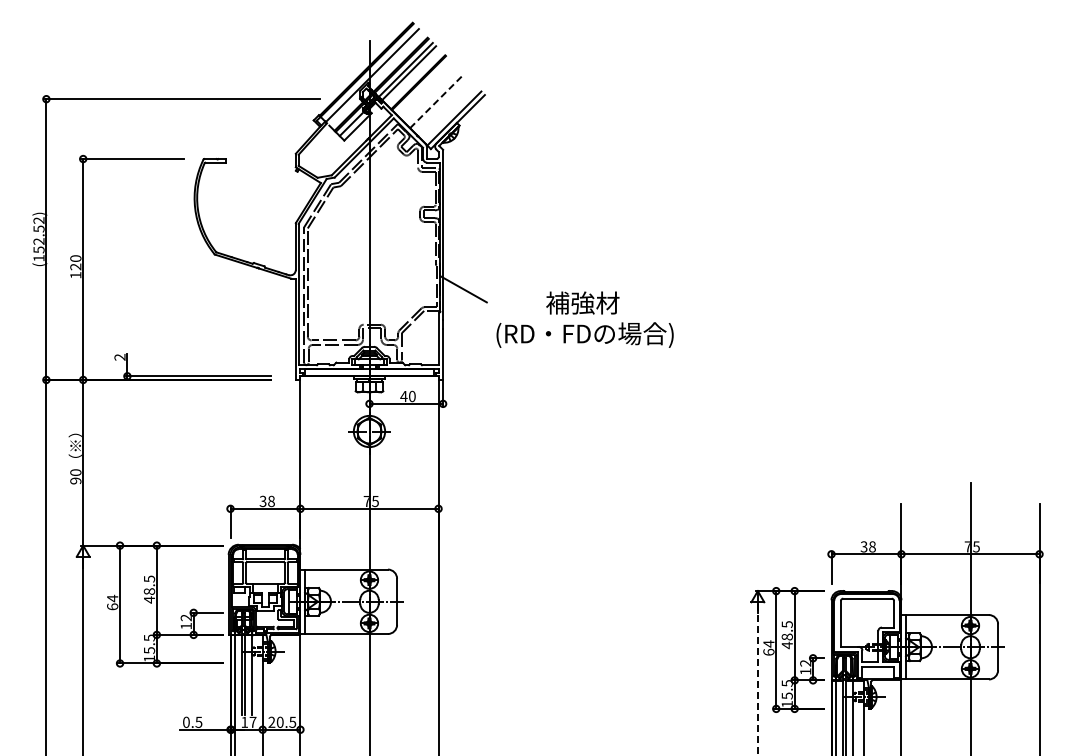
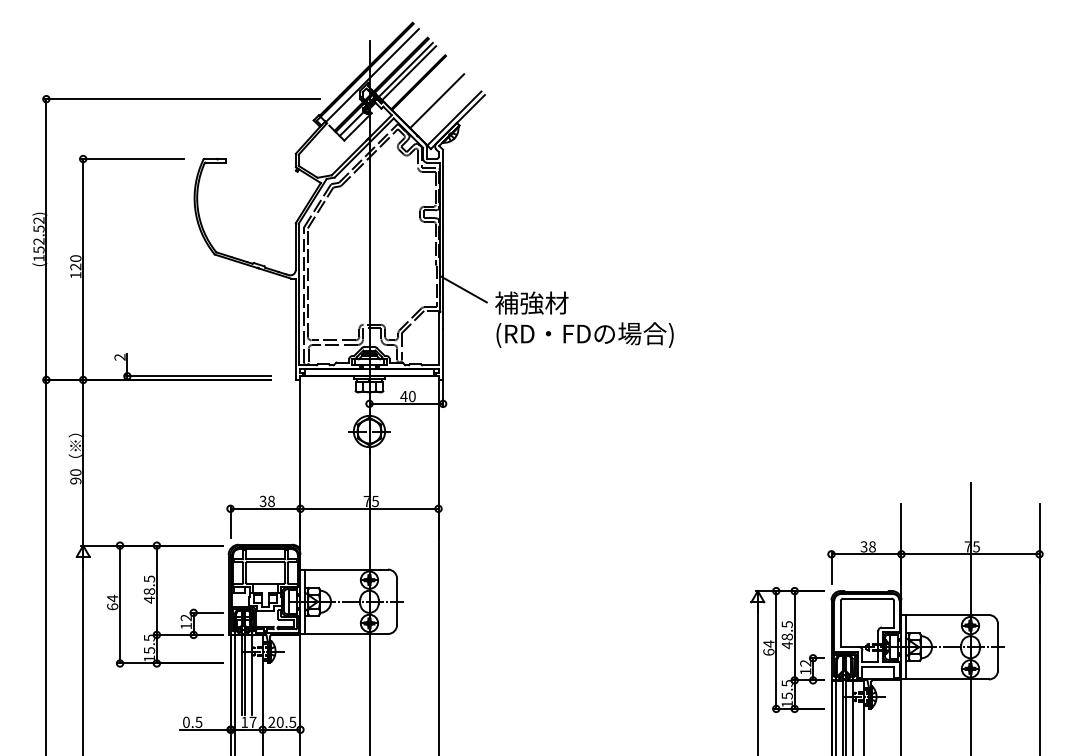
line at (437, 100): dashed -> solid
text at (582, 302) position: (582, 302) -> (531, 302)
line at (757, 679): dashed -> solid
